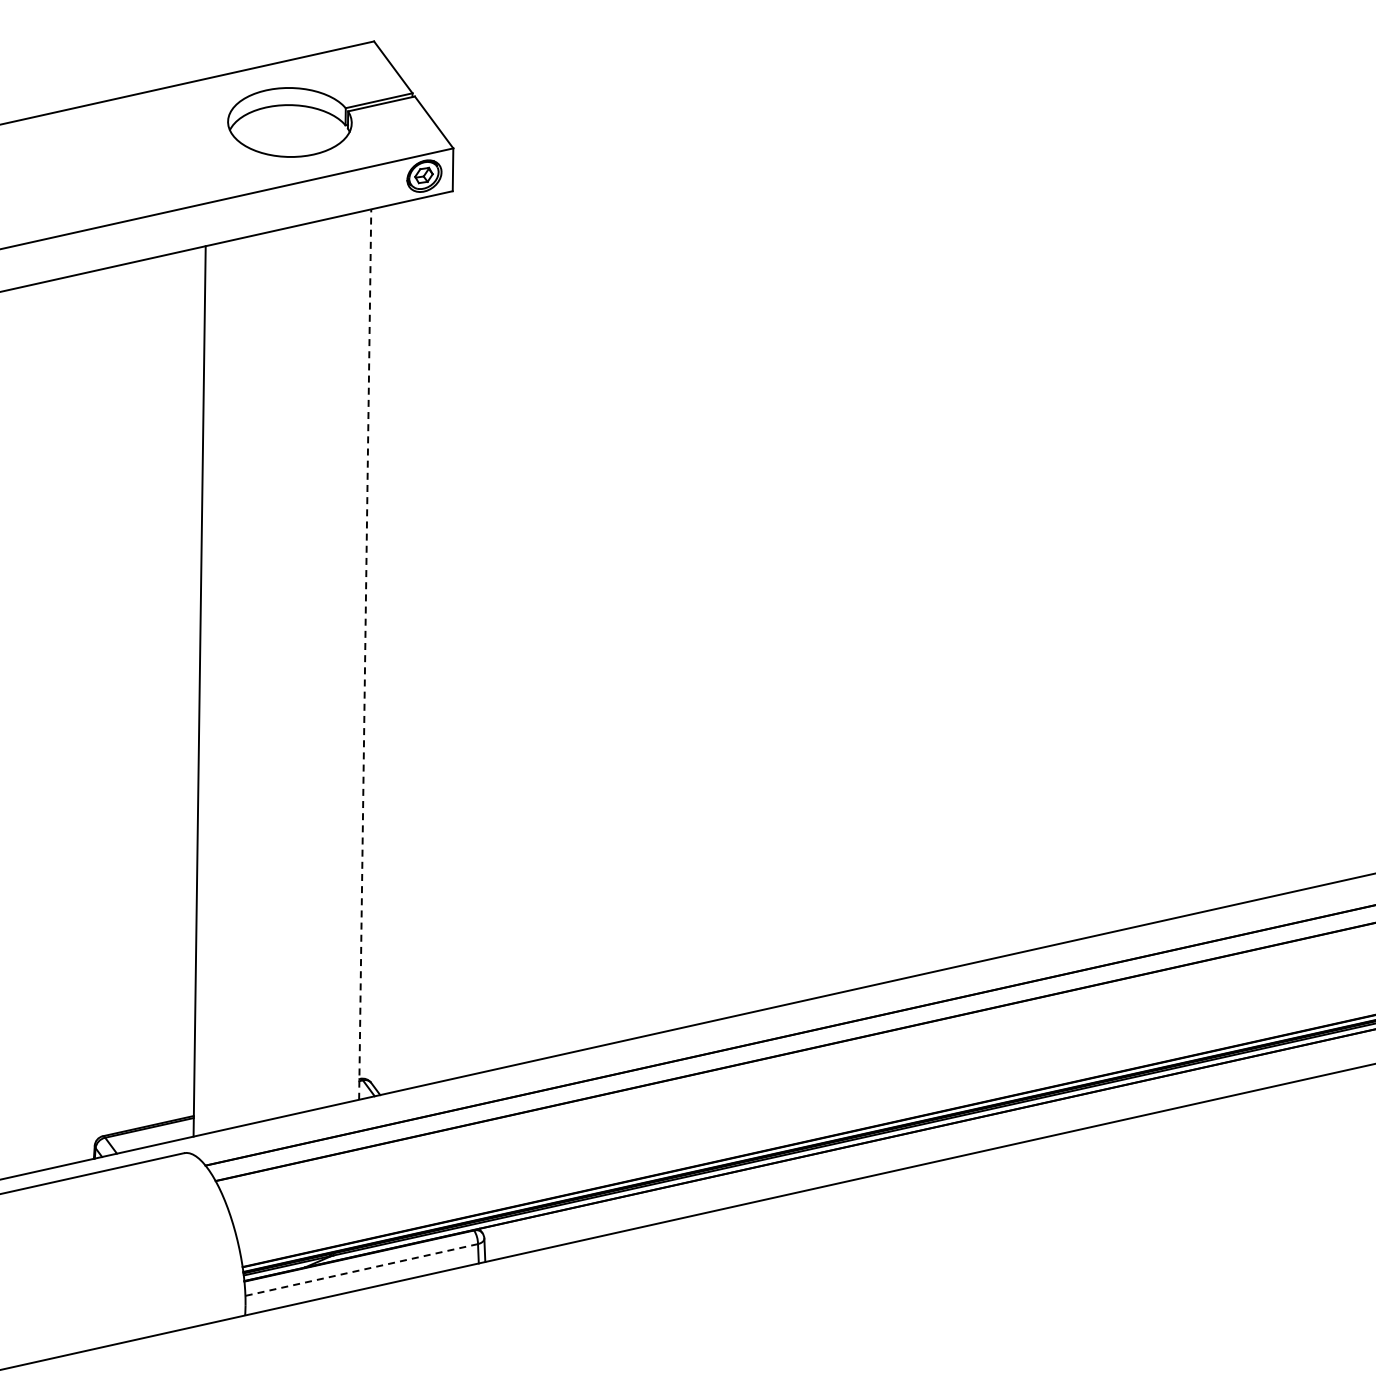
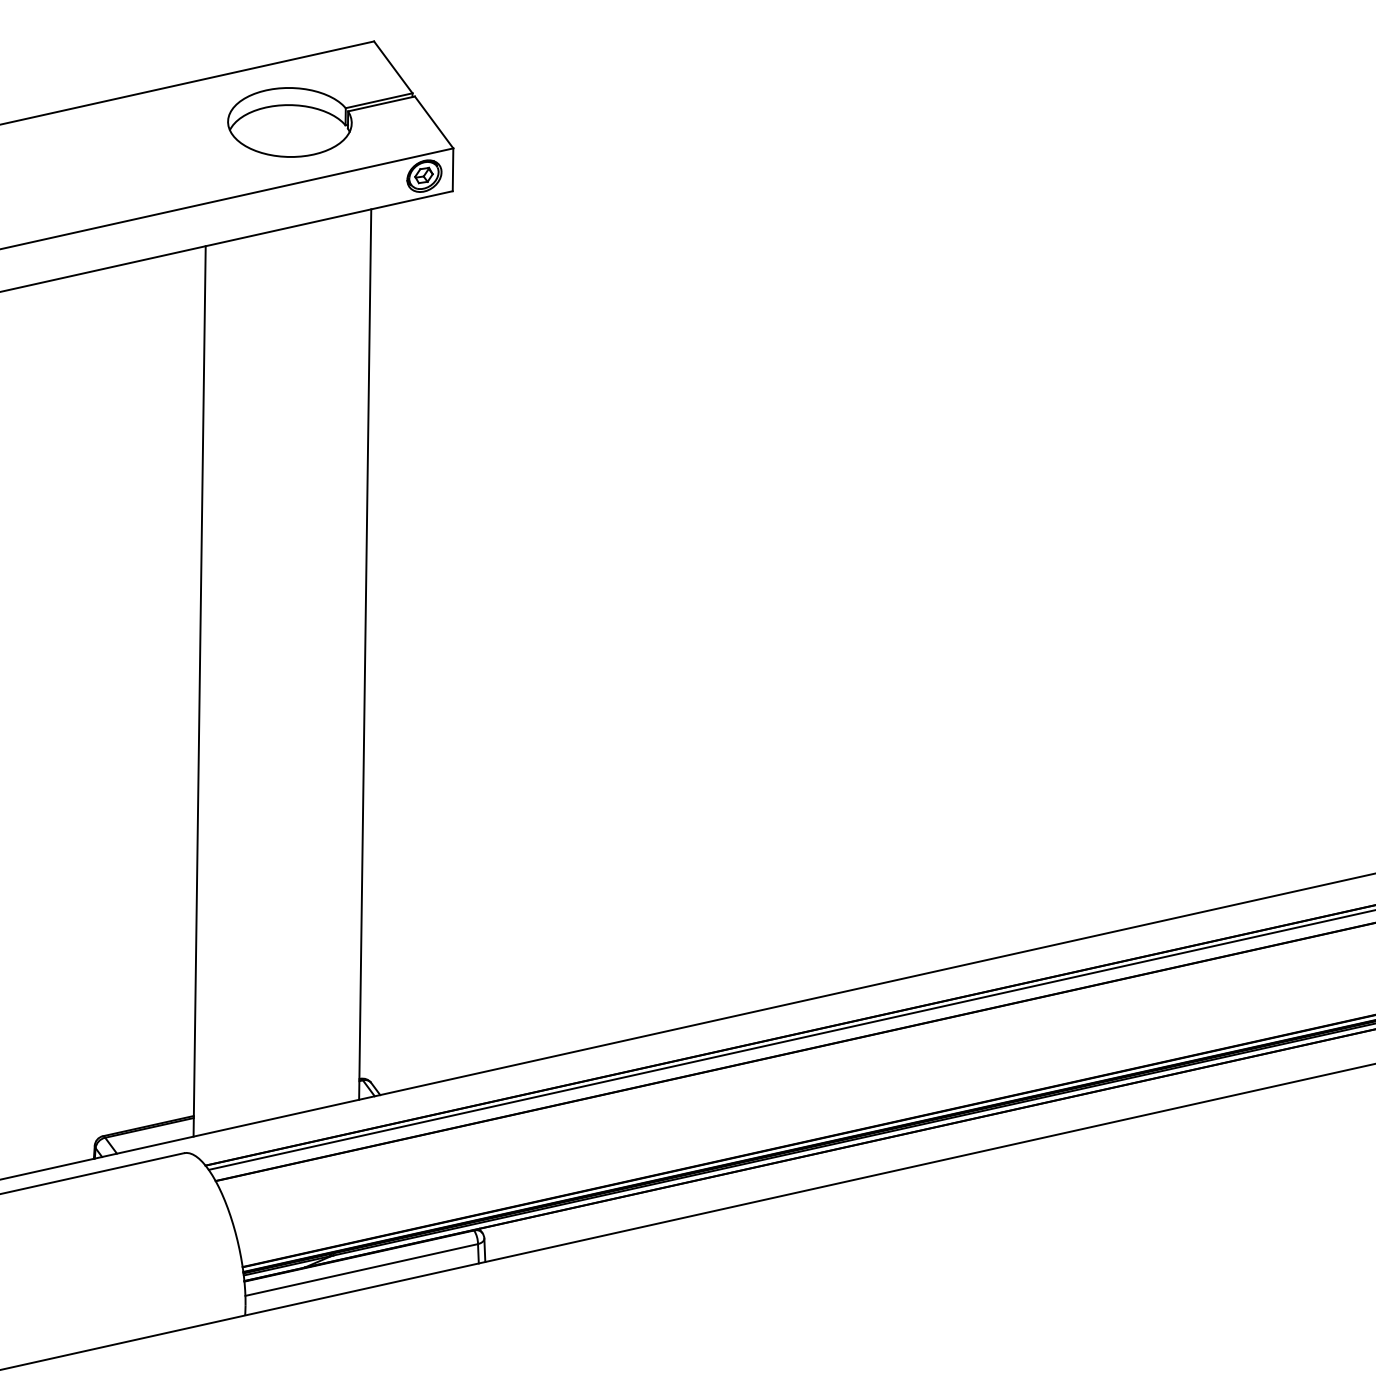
line at (365, 654): dashed -> solid
line at (790, 1039): none -> present
line at (361, 1270): dashed -> solid
